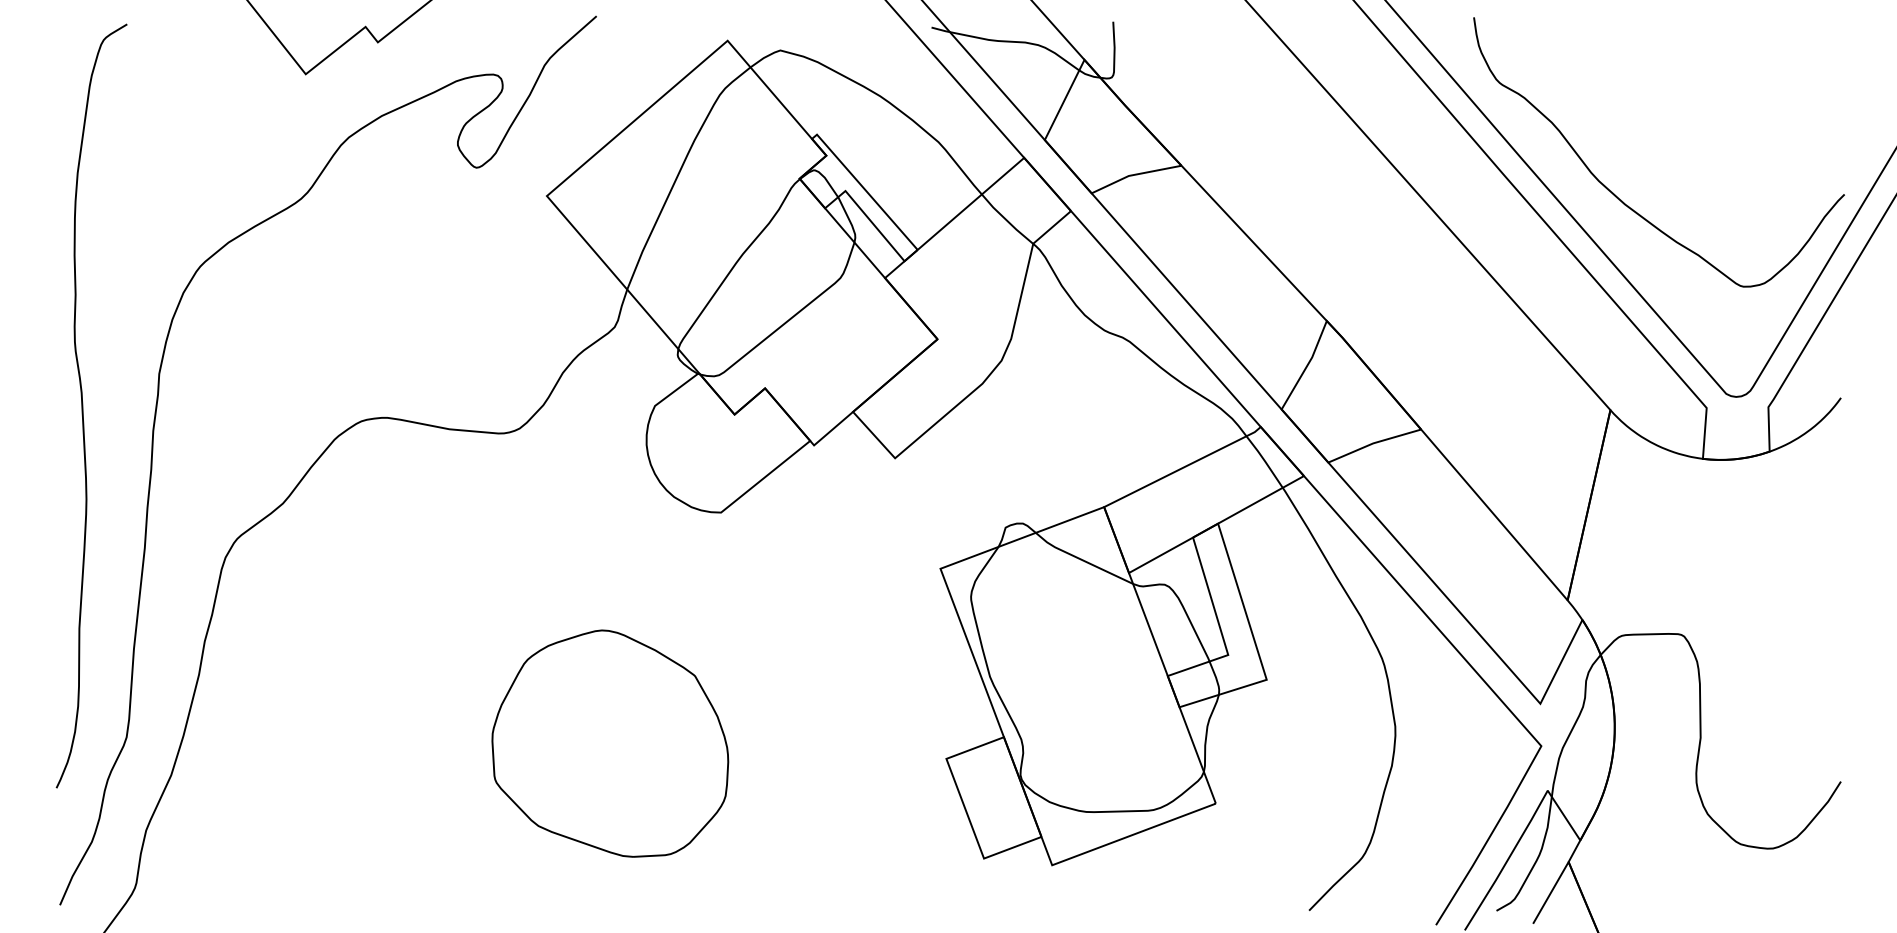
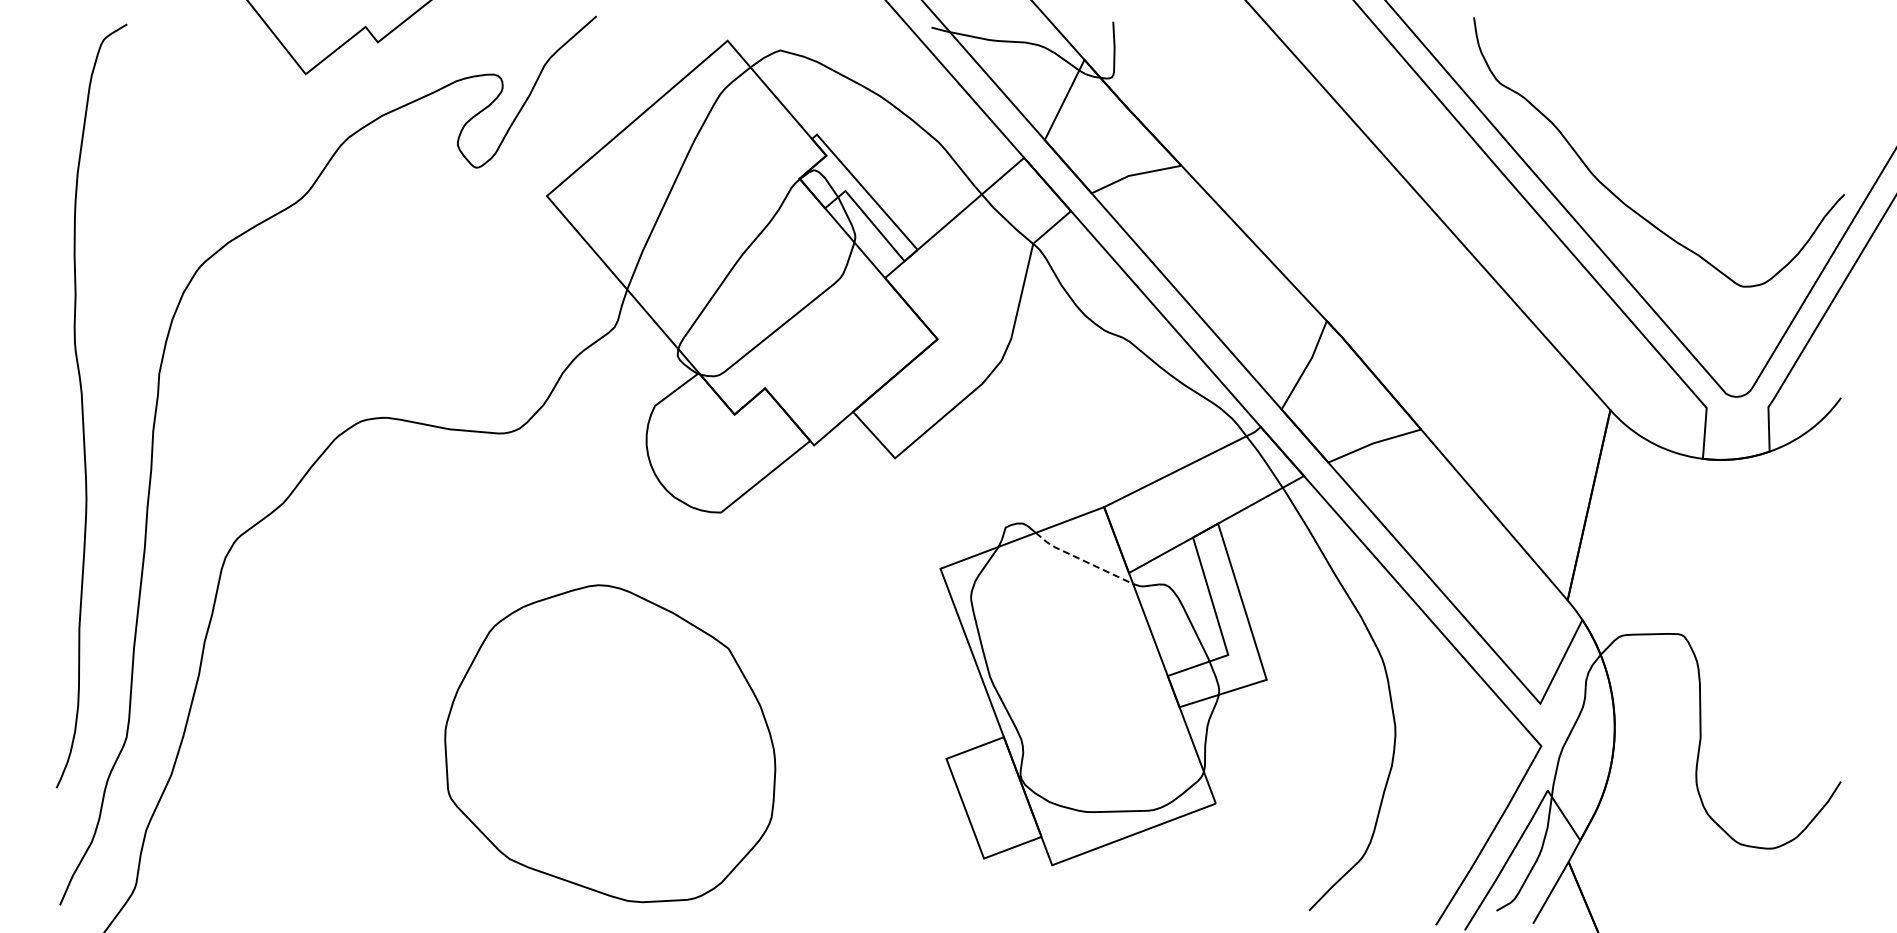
line at (1082, 559): solid -> dashed
part at (610, 743) size: 239x229 px -> 333x320 px
